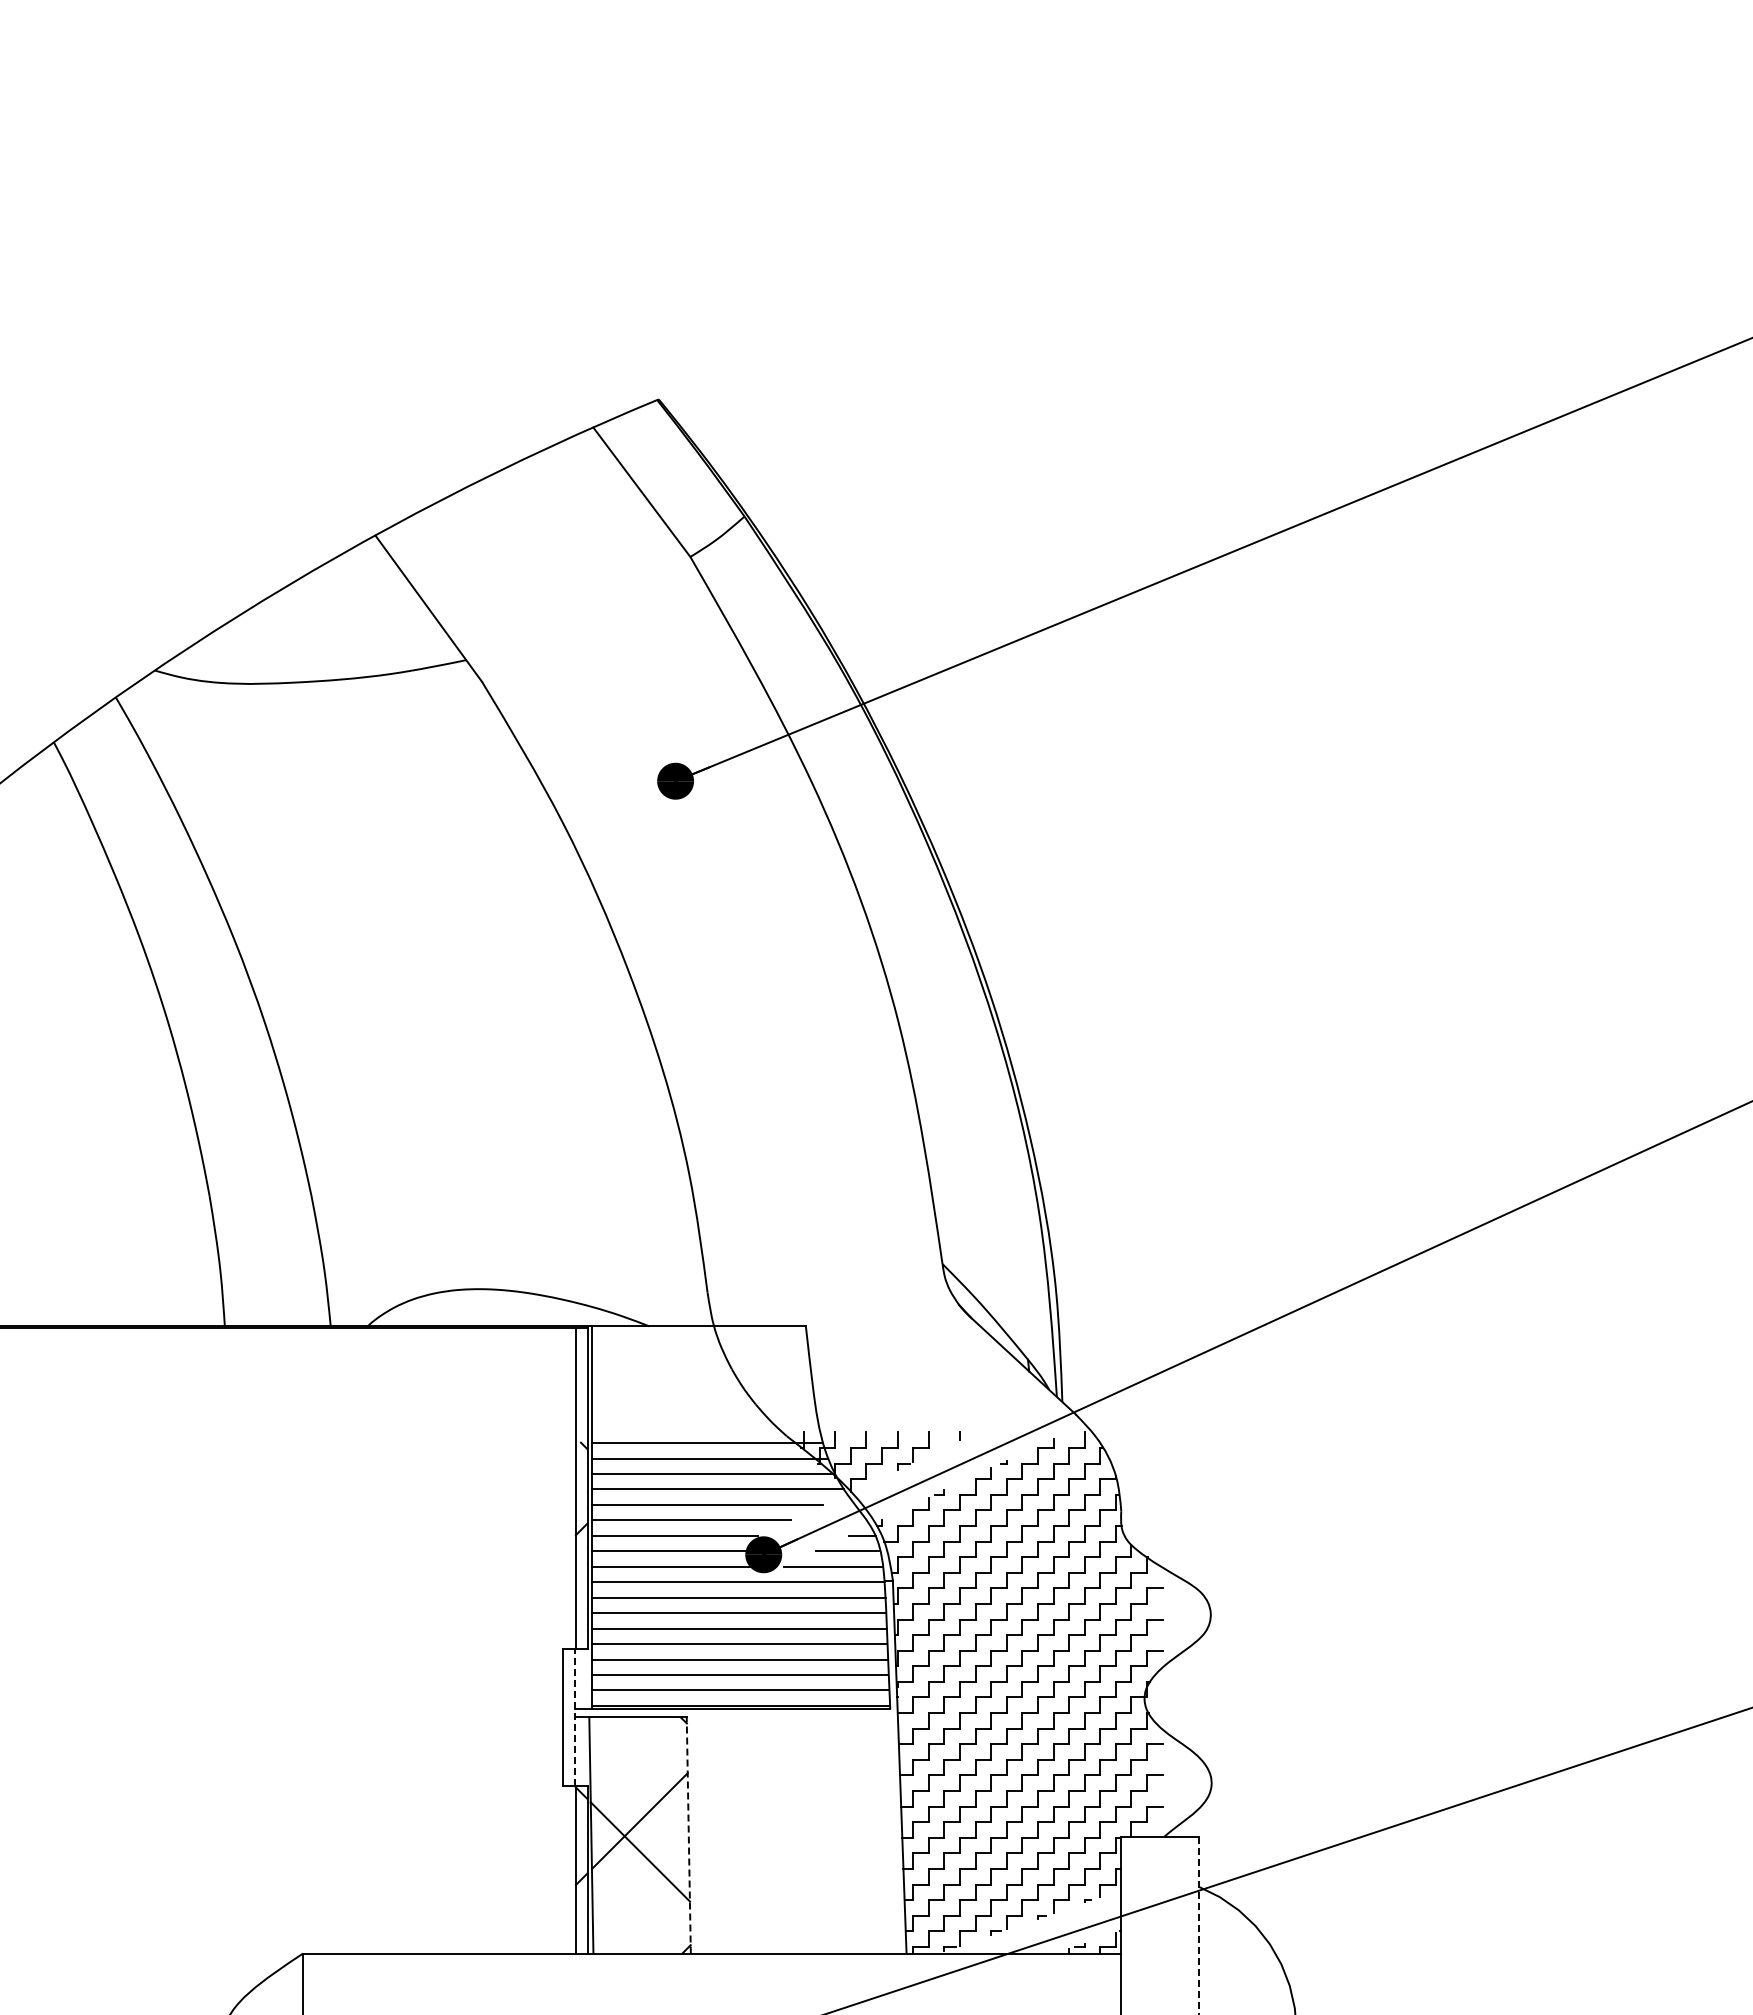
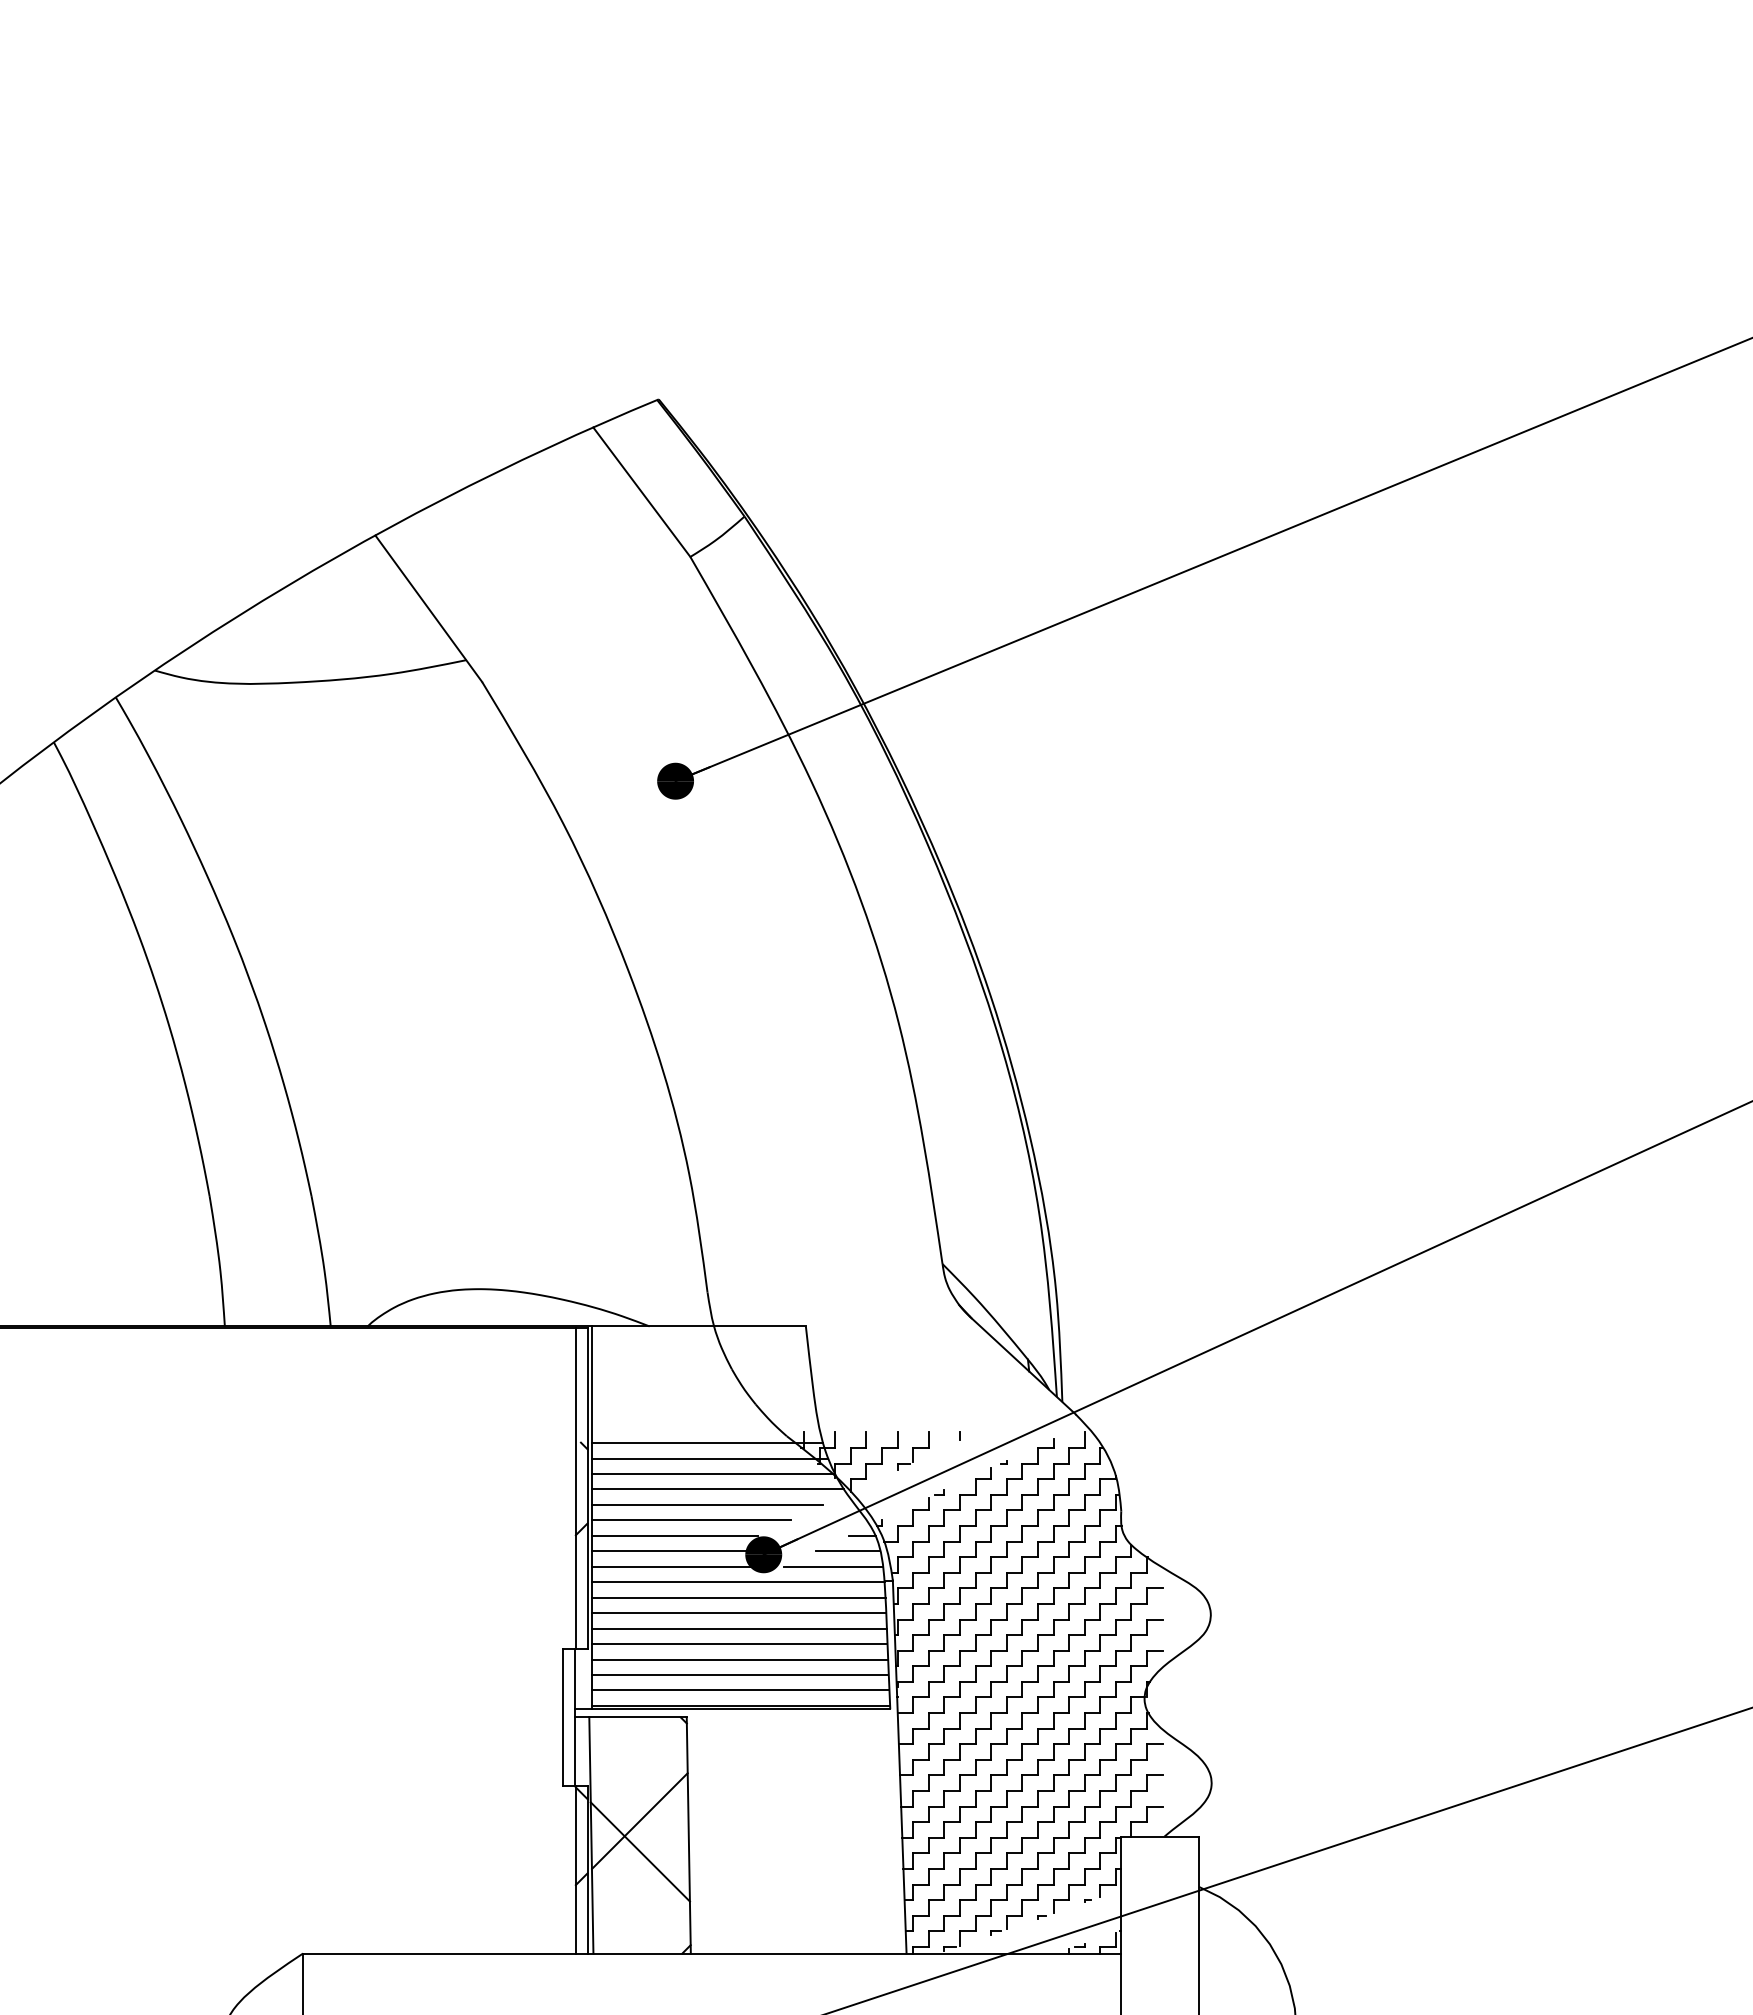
line at (574, 1716): dashed -> solid
line at (688, 1834): dashed -> solid
line at (1199, 1925): dashed -> solid
